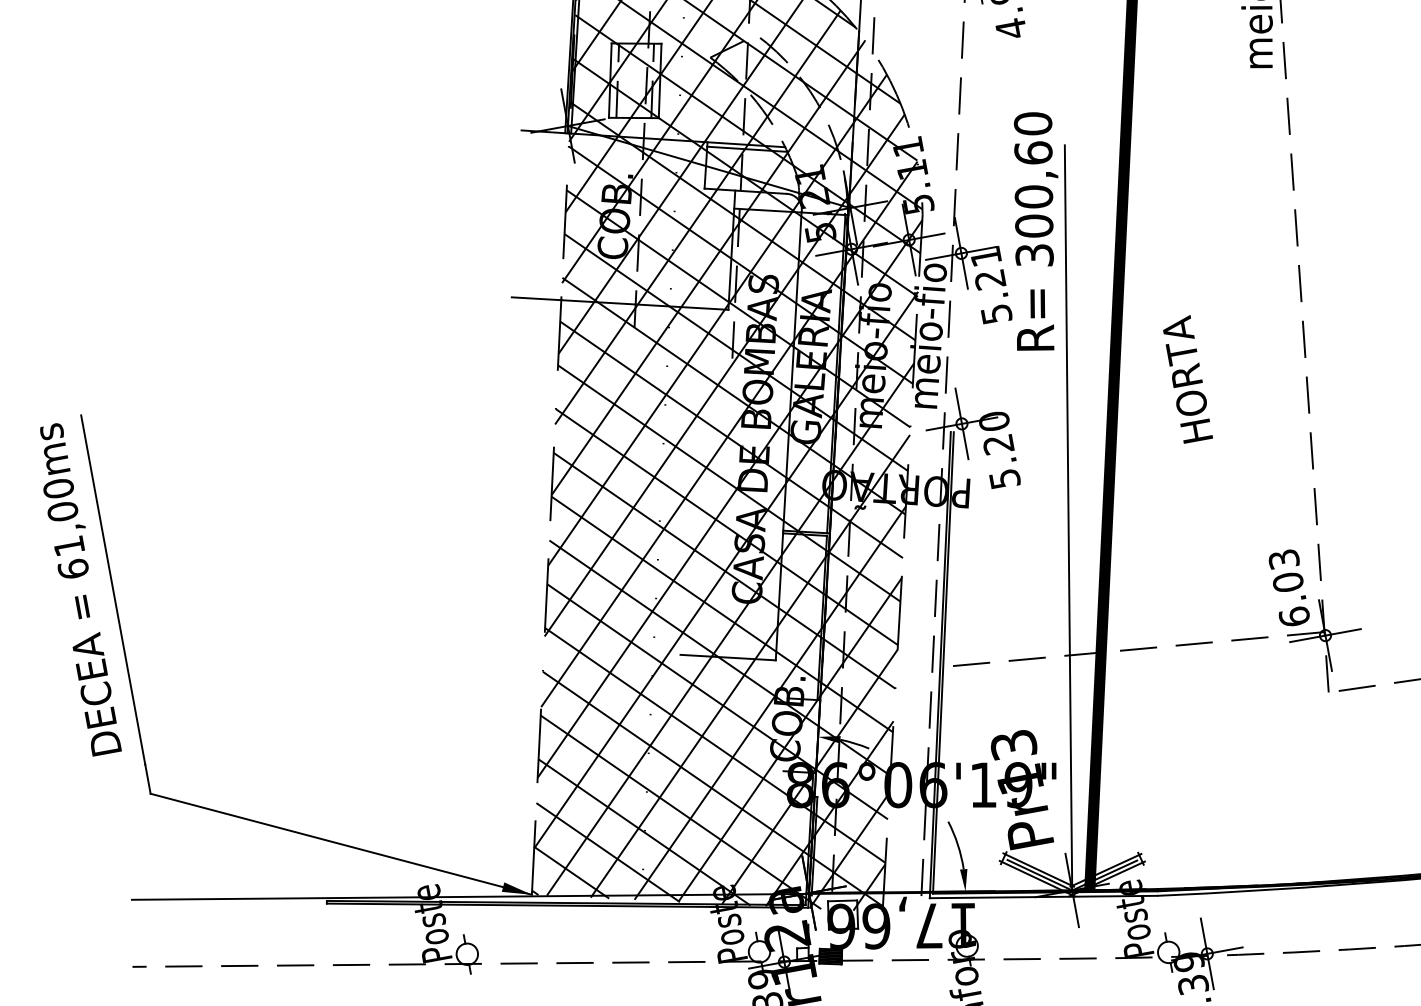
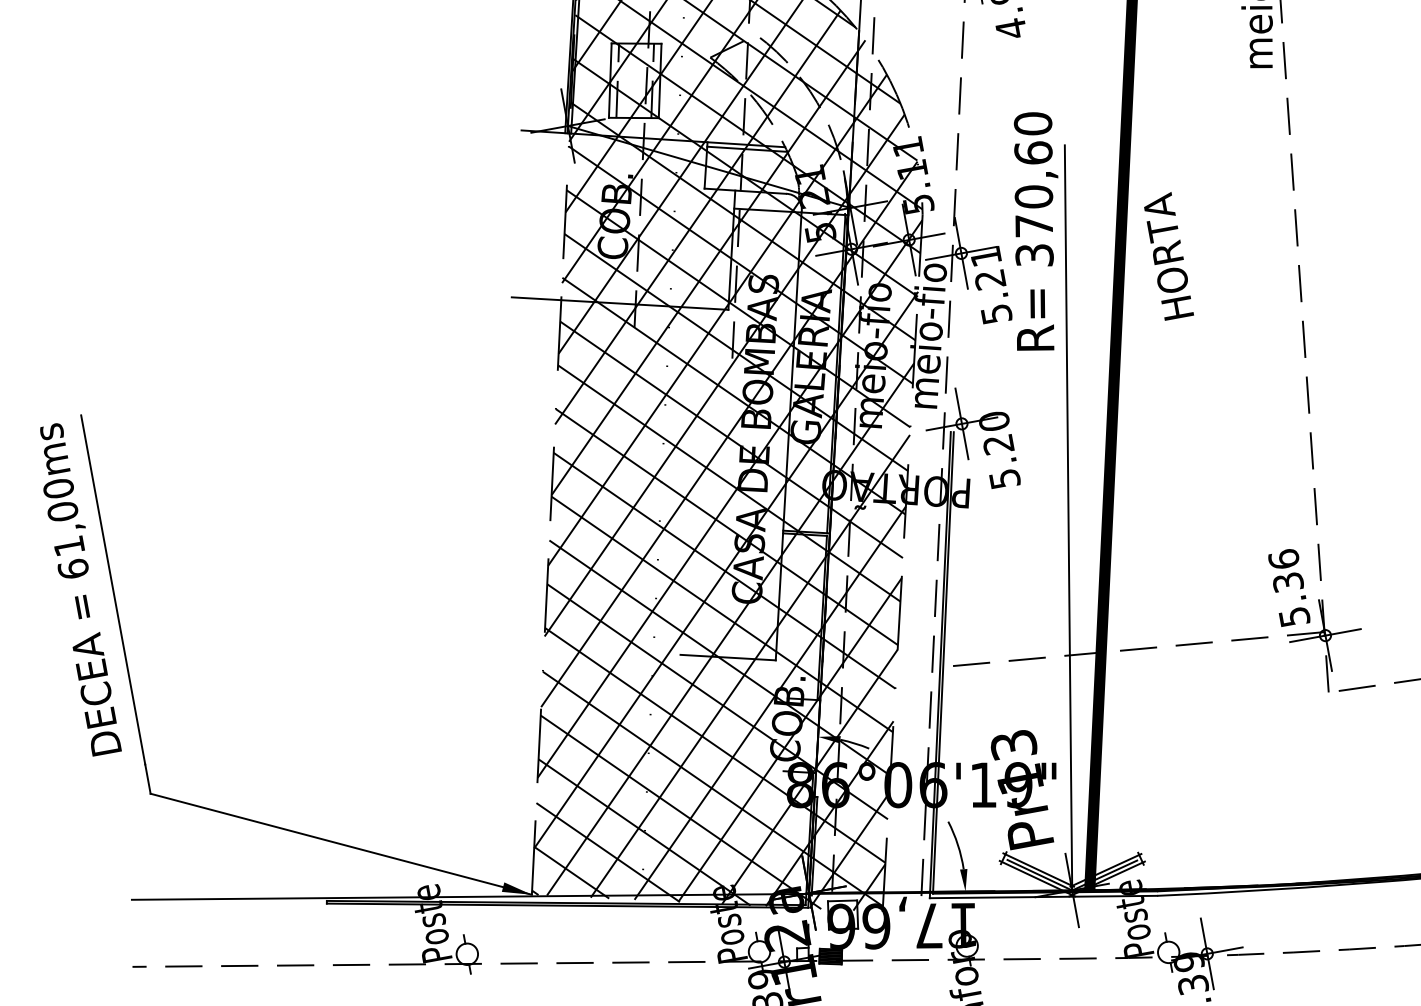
text at (1034, 225): 300,60 -> 370,60
text at (1187, 379) position: (1187, 379) -> (1168, 256)
text at (1289, 587): 6.03 -> 5.36
